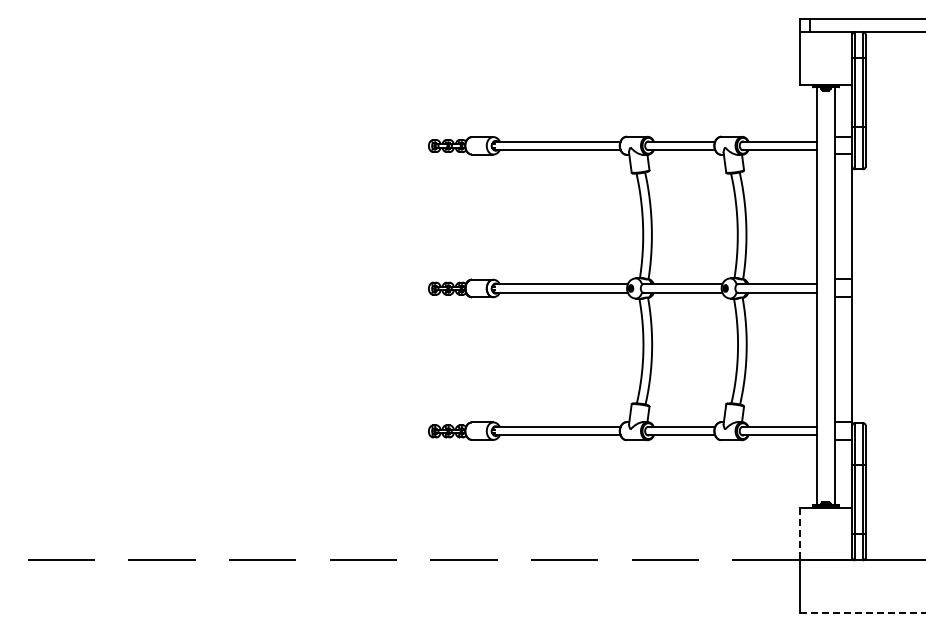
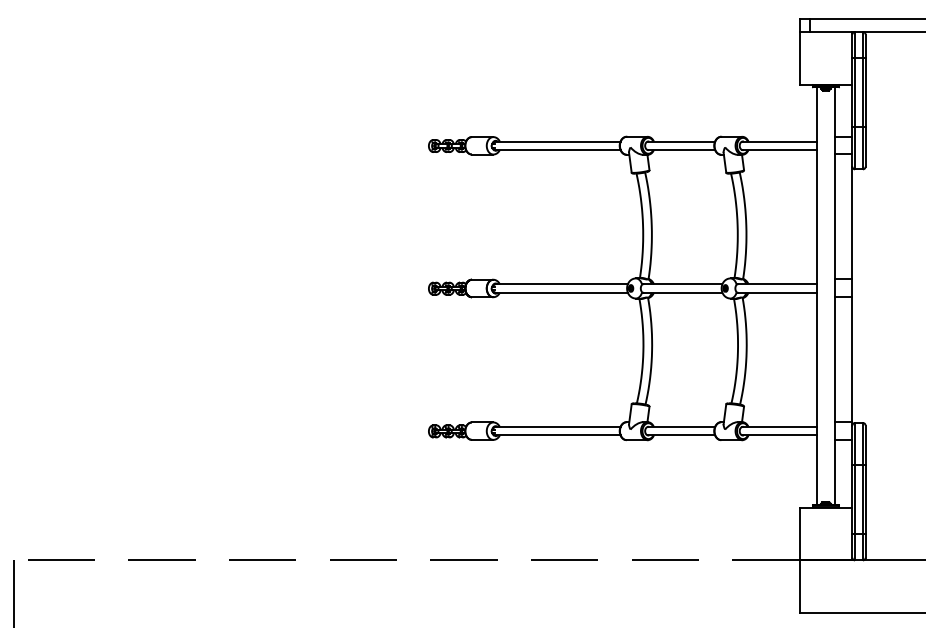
line at (799, 534): dashed -> solid
line at (14, 594): none -> present
line at (862, 613): dashed -> solid
